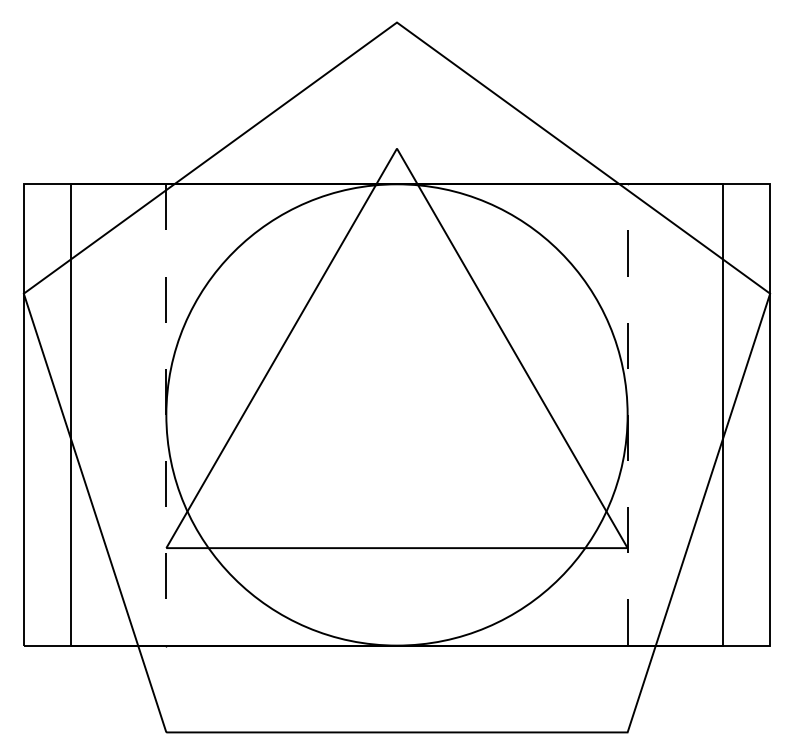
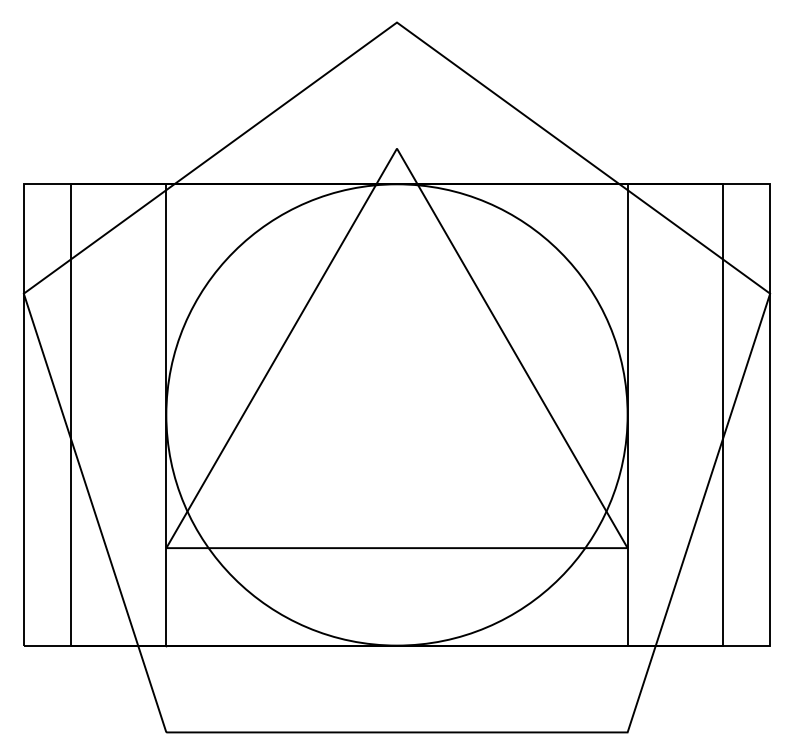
line at (166, 414): dashed -> solid
line at (627, 414): dashed -> solid
